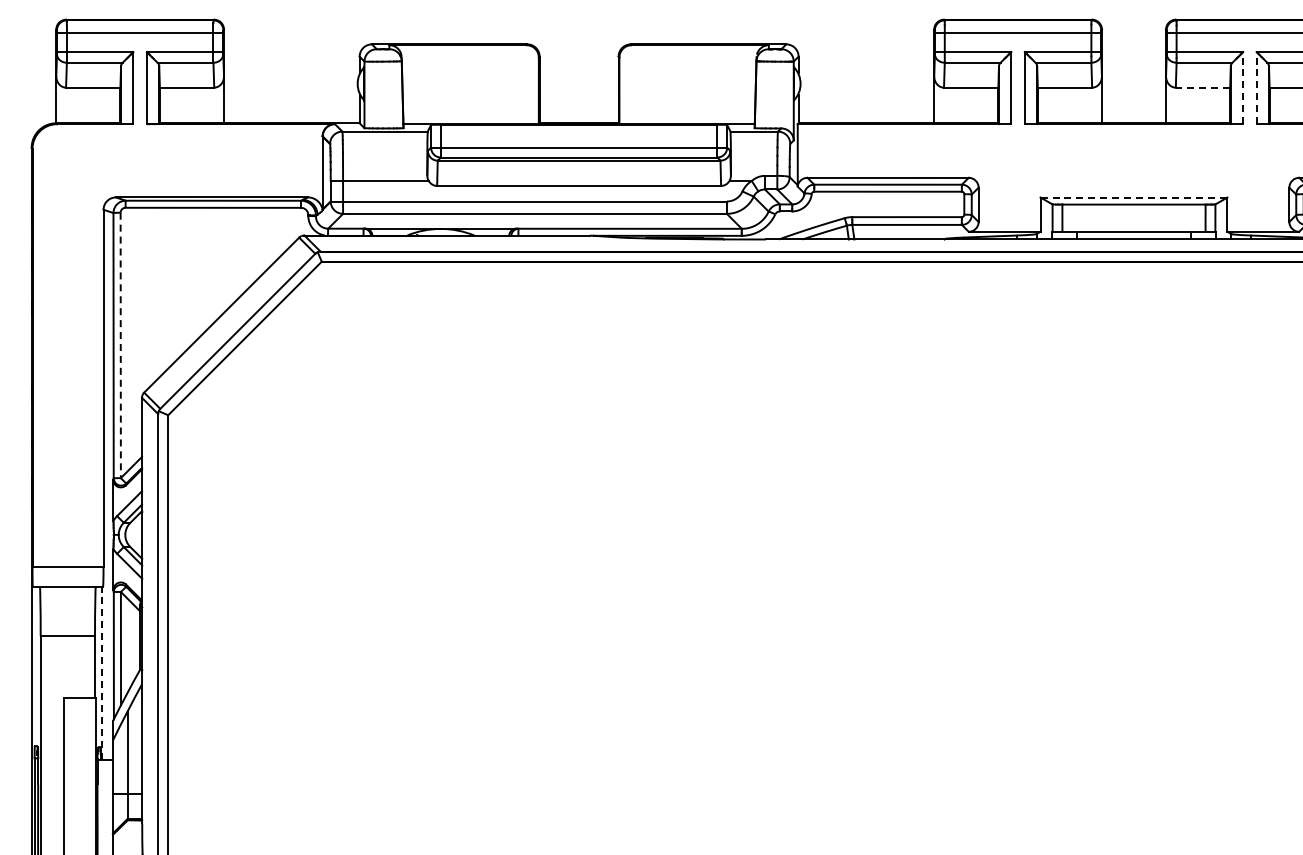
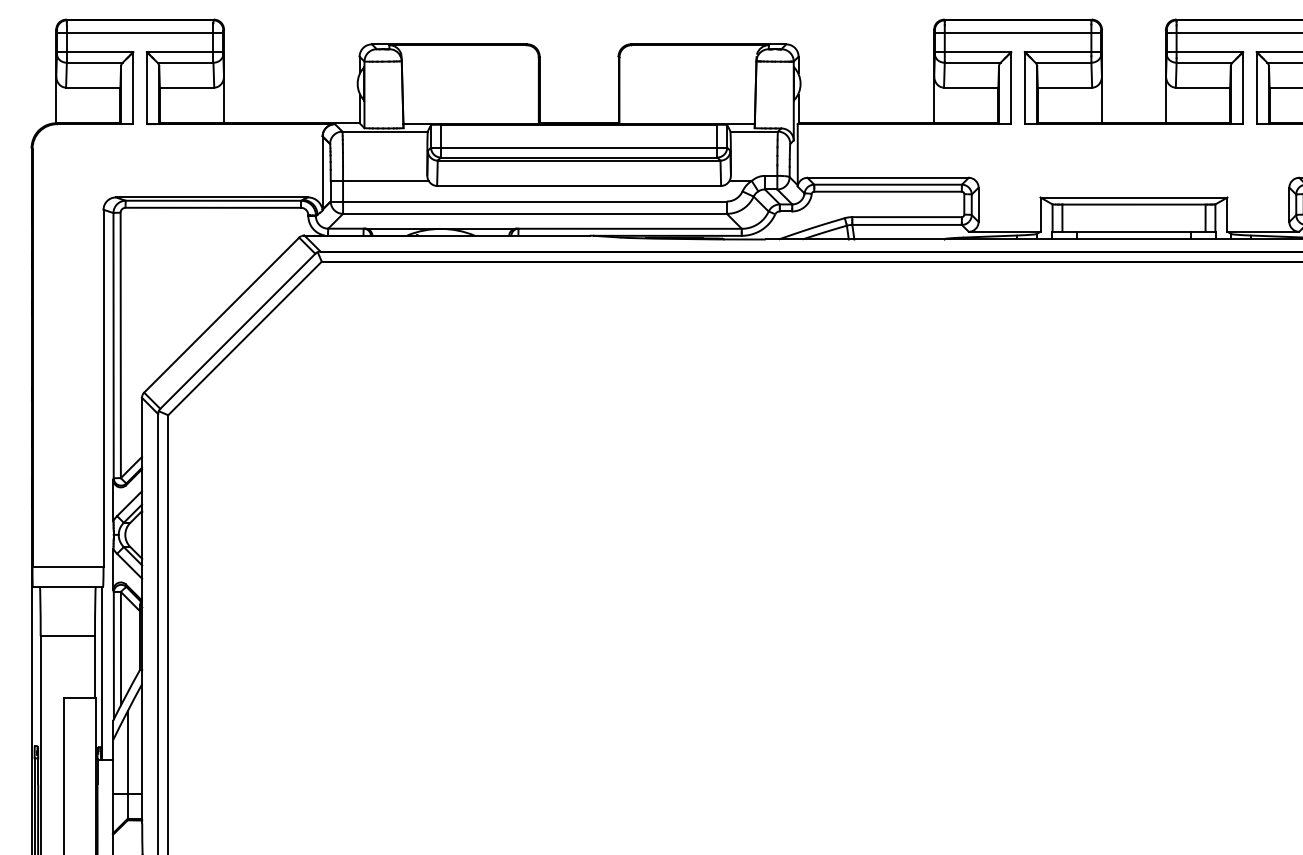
line at (1202, 87): dashed -> solid
line at (1243, 87): dashed -> solid
line at (1256, 87): dashed -> solid
line at (1134, 197): dashed -> solid
line at (120, 345): dashed -> solid
line at (102, 672): dashed -> solid
